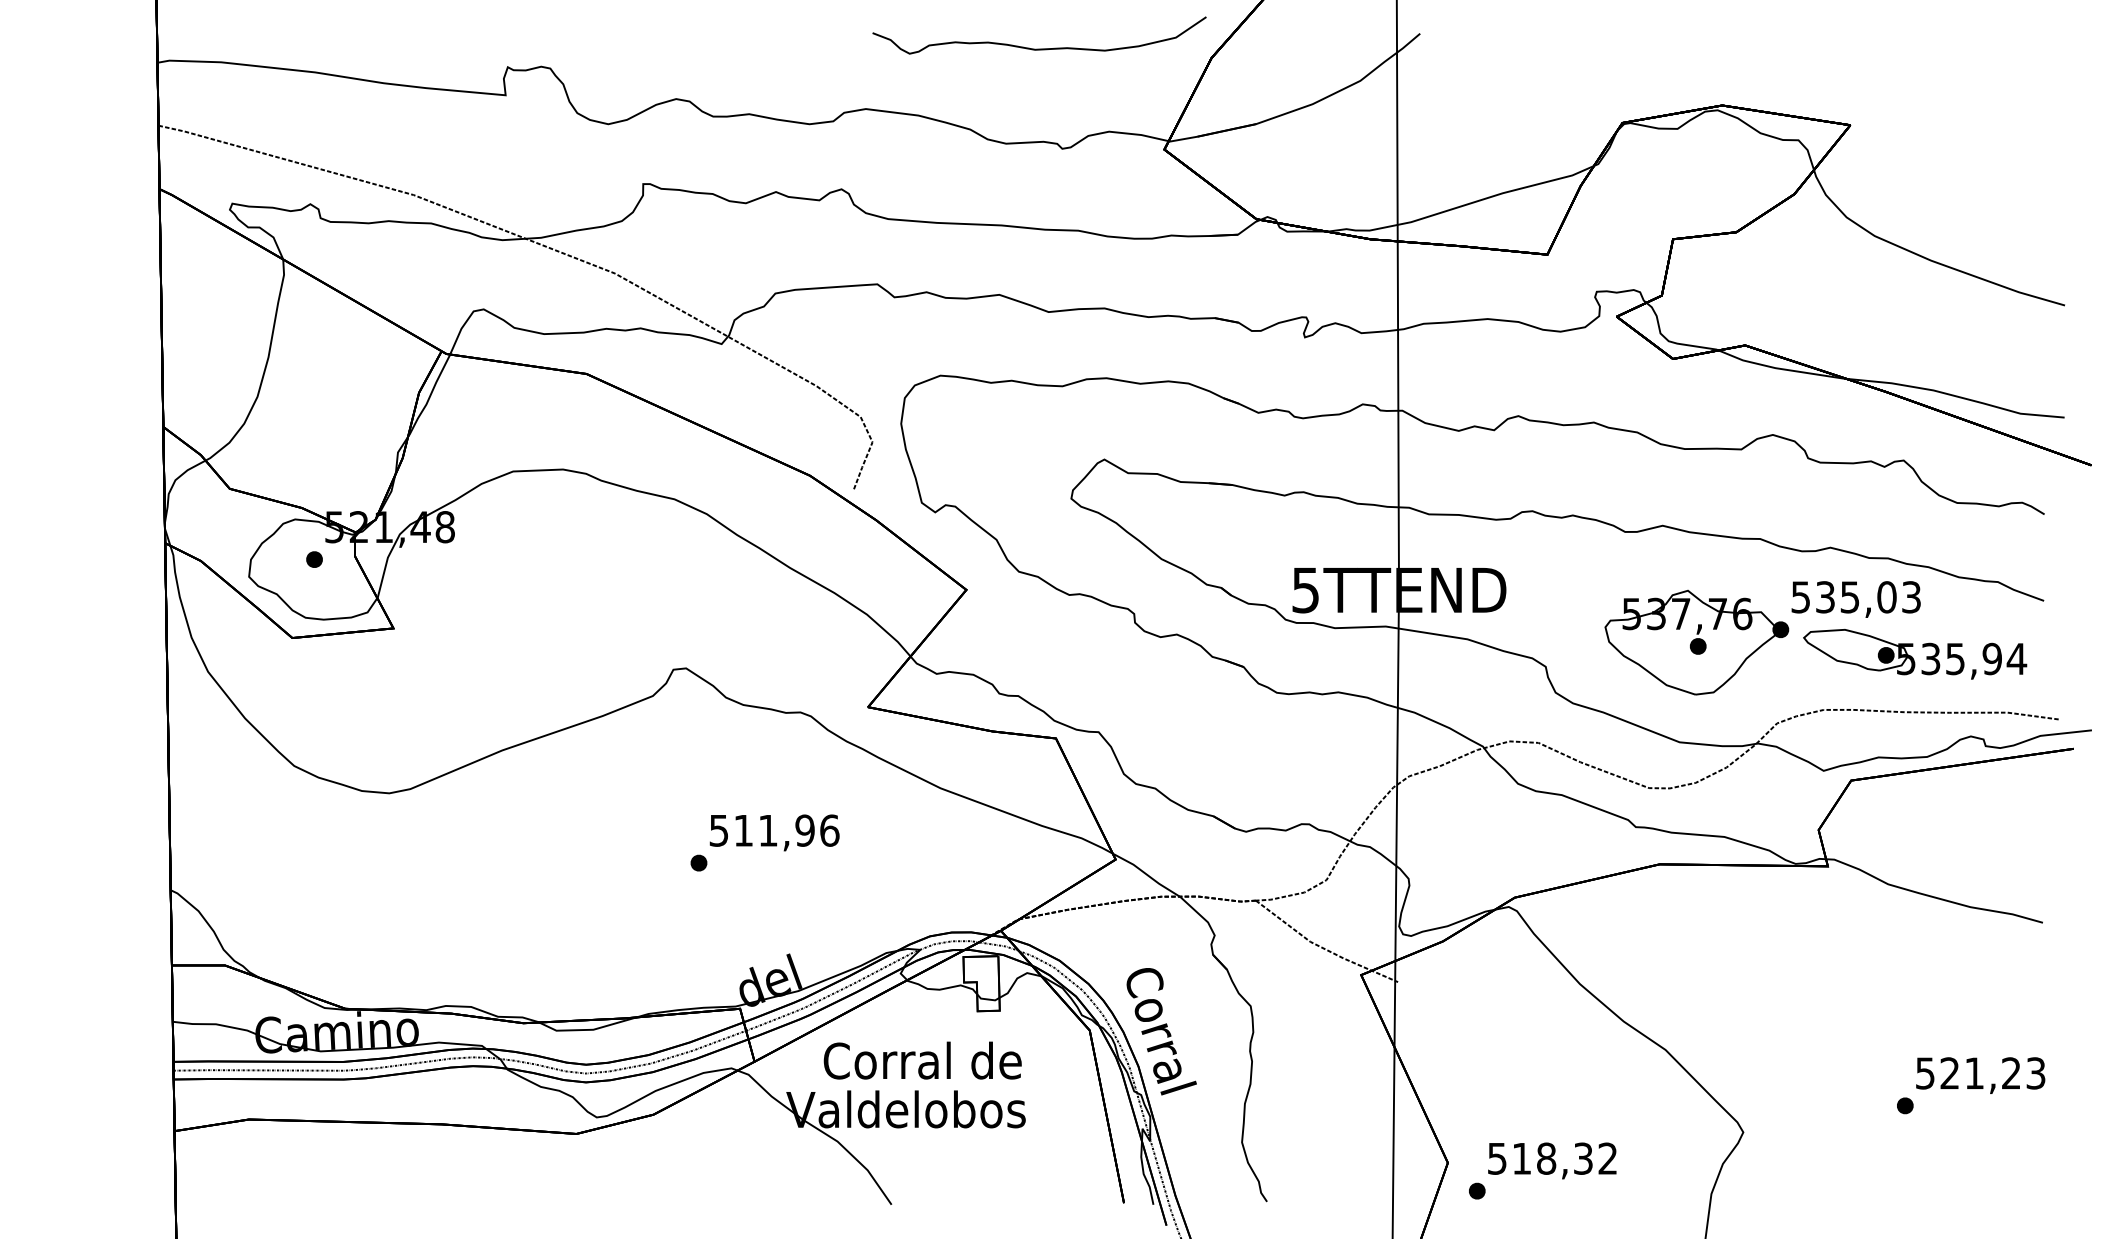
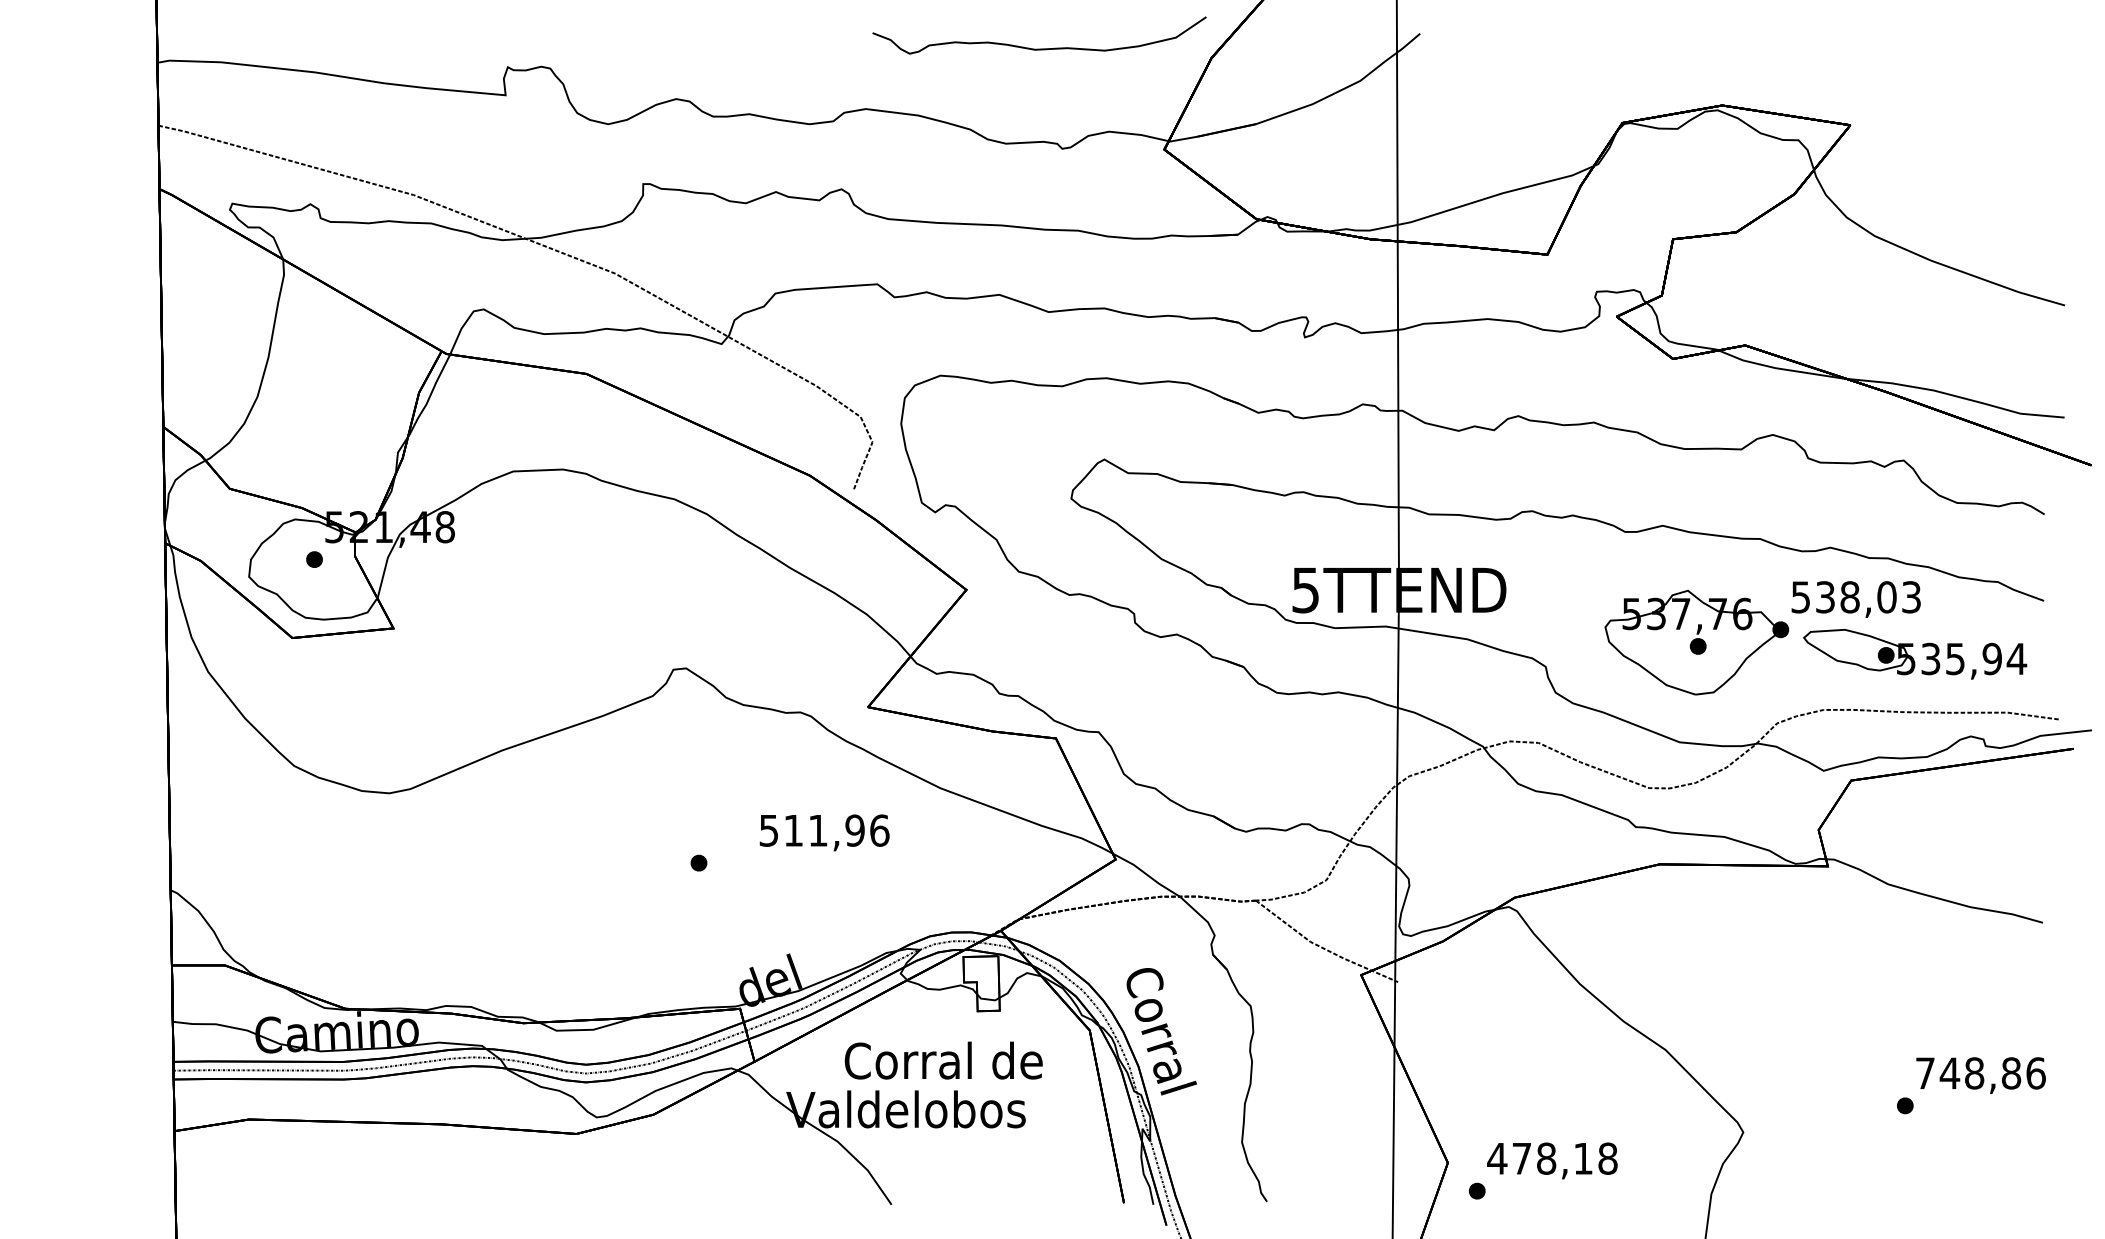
text at (1849, 597): 535,03 -> 538,03
text at (774, 832) position: (774, 832) -> (824, 832)
text at (922, 1060) position: (922, 1060) -> (943, 1060)
text at (1980, 1073): 521,23 -> 748,86
text at (1552, 1158): 518,32 -> 478,18
